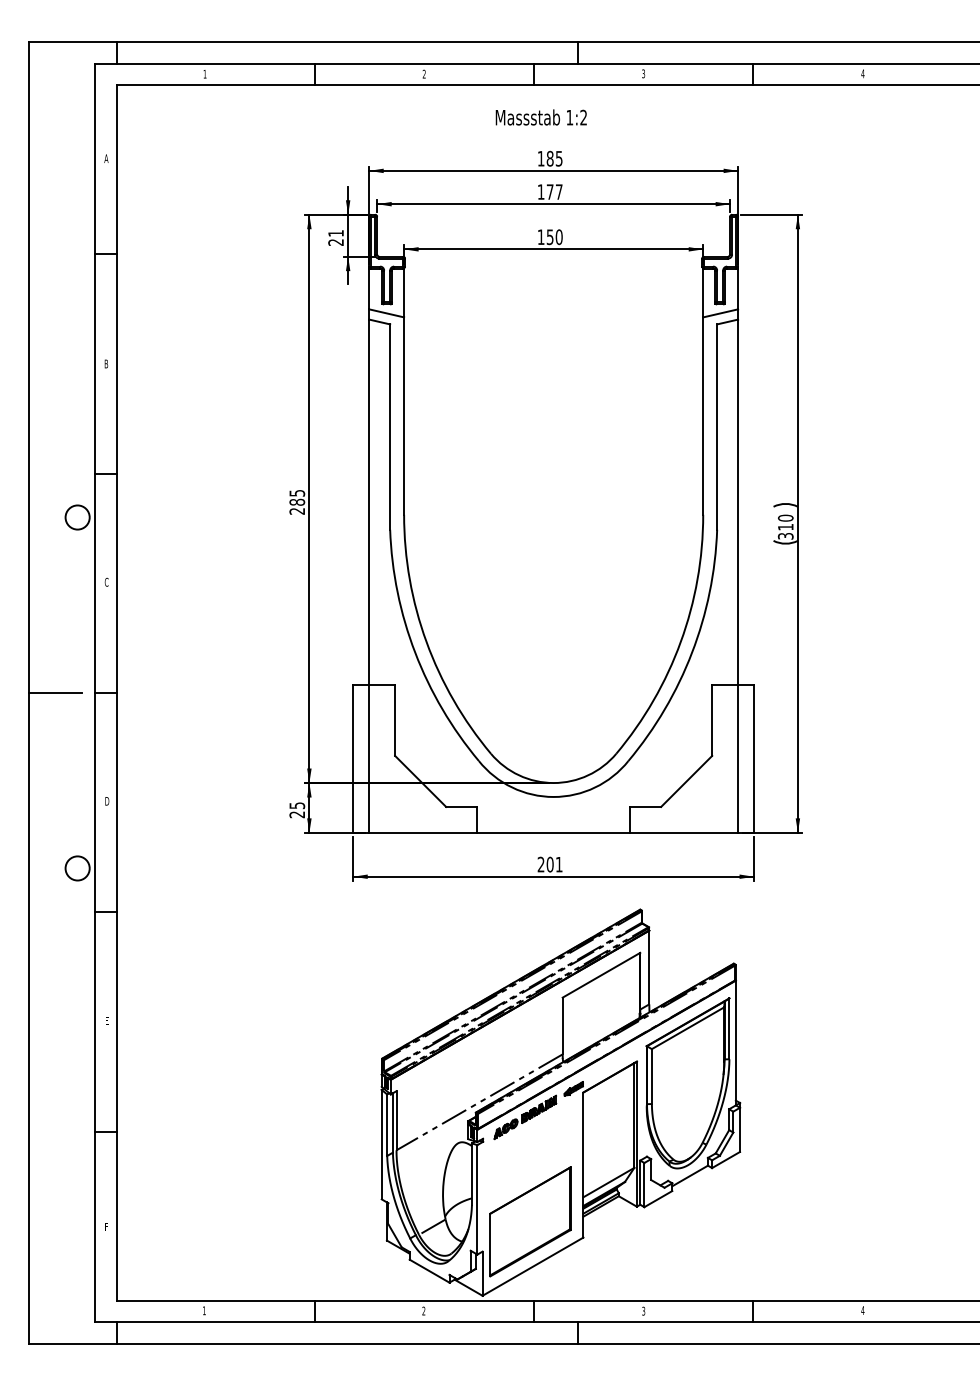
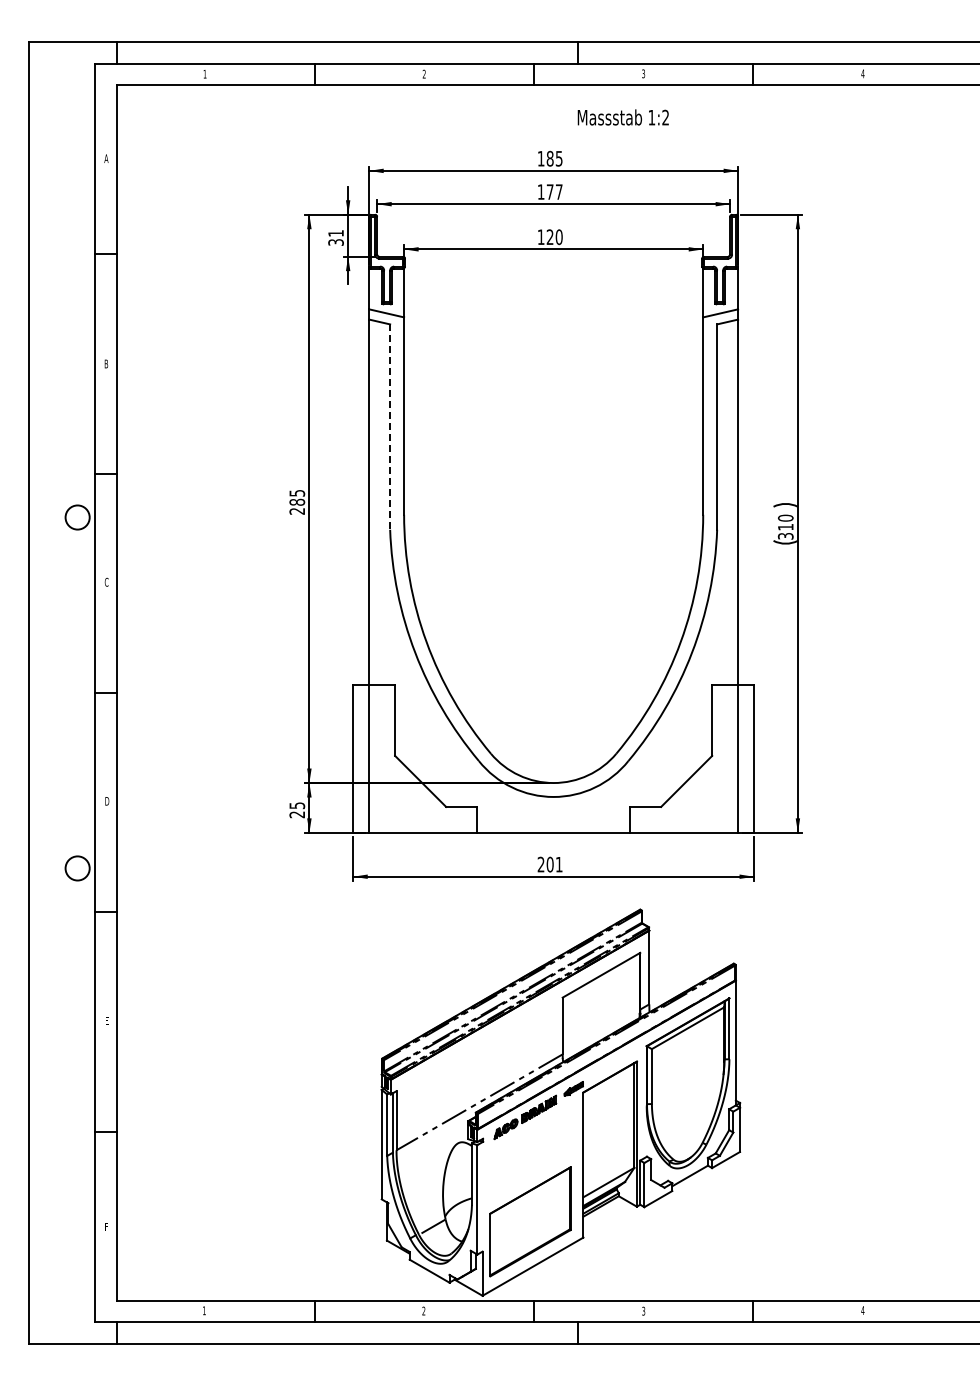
text at (540, 117) position: (540, 117) -> (622, 117)
text at (549, 237): 150 -> 120
text at (335, 242): 21 -> 31
line at (390, 427): solid -> dashed
line at (55, 693): present -> none
